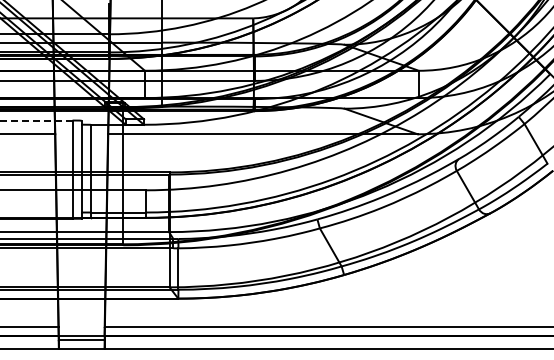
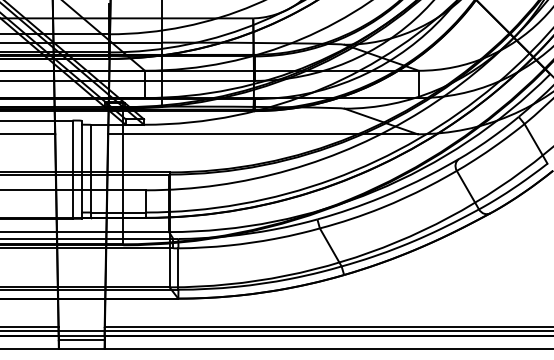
line at (36, 120): dashed -> solid
line at (276, 330): none -> present
